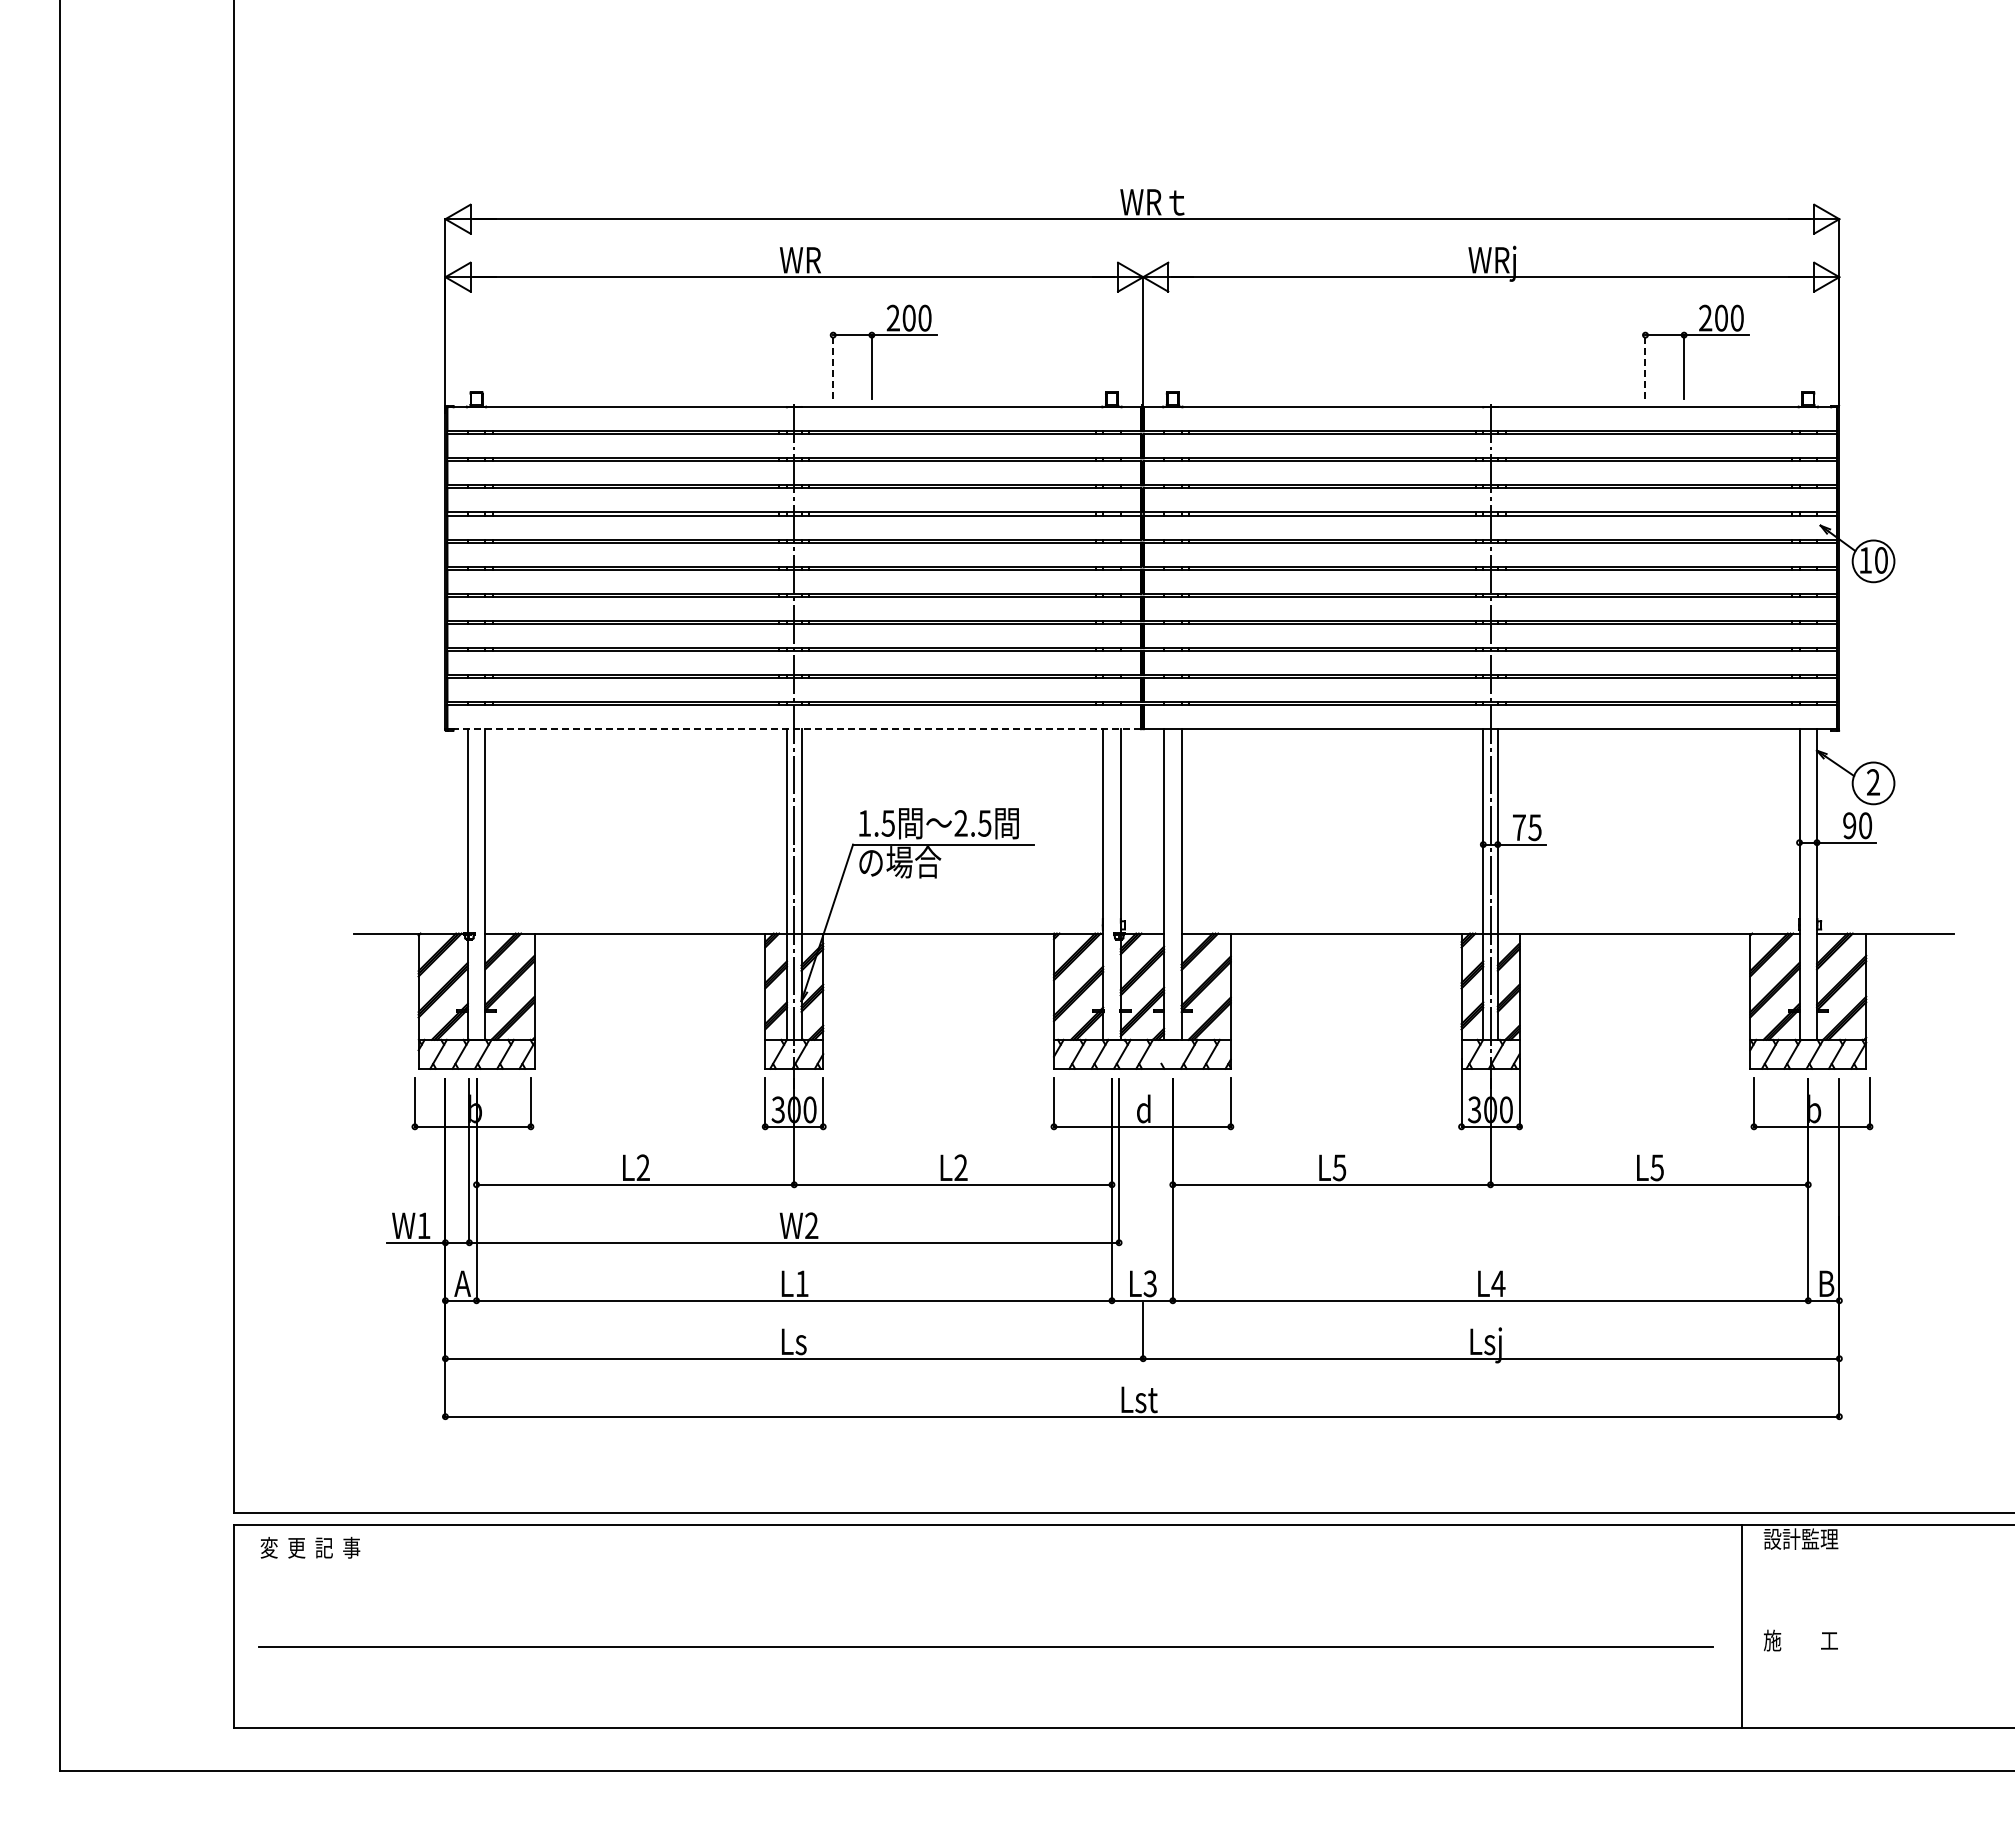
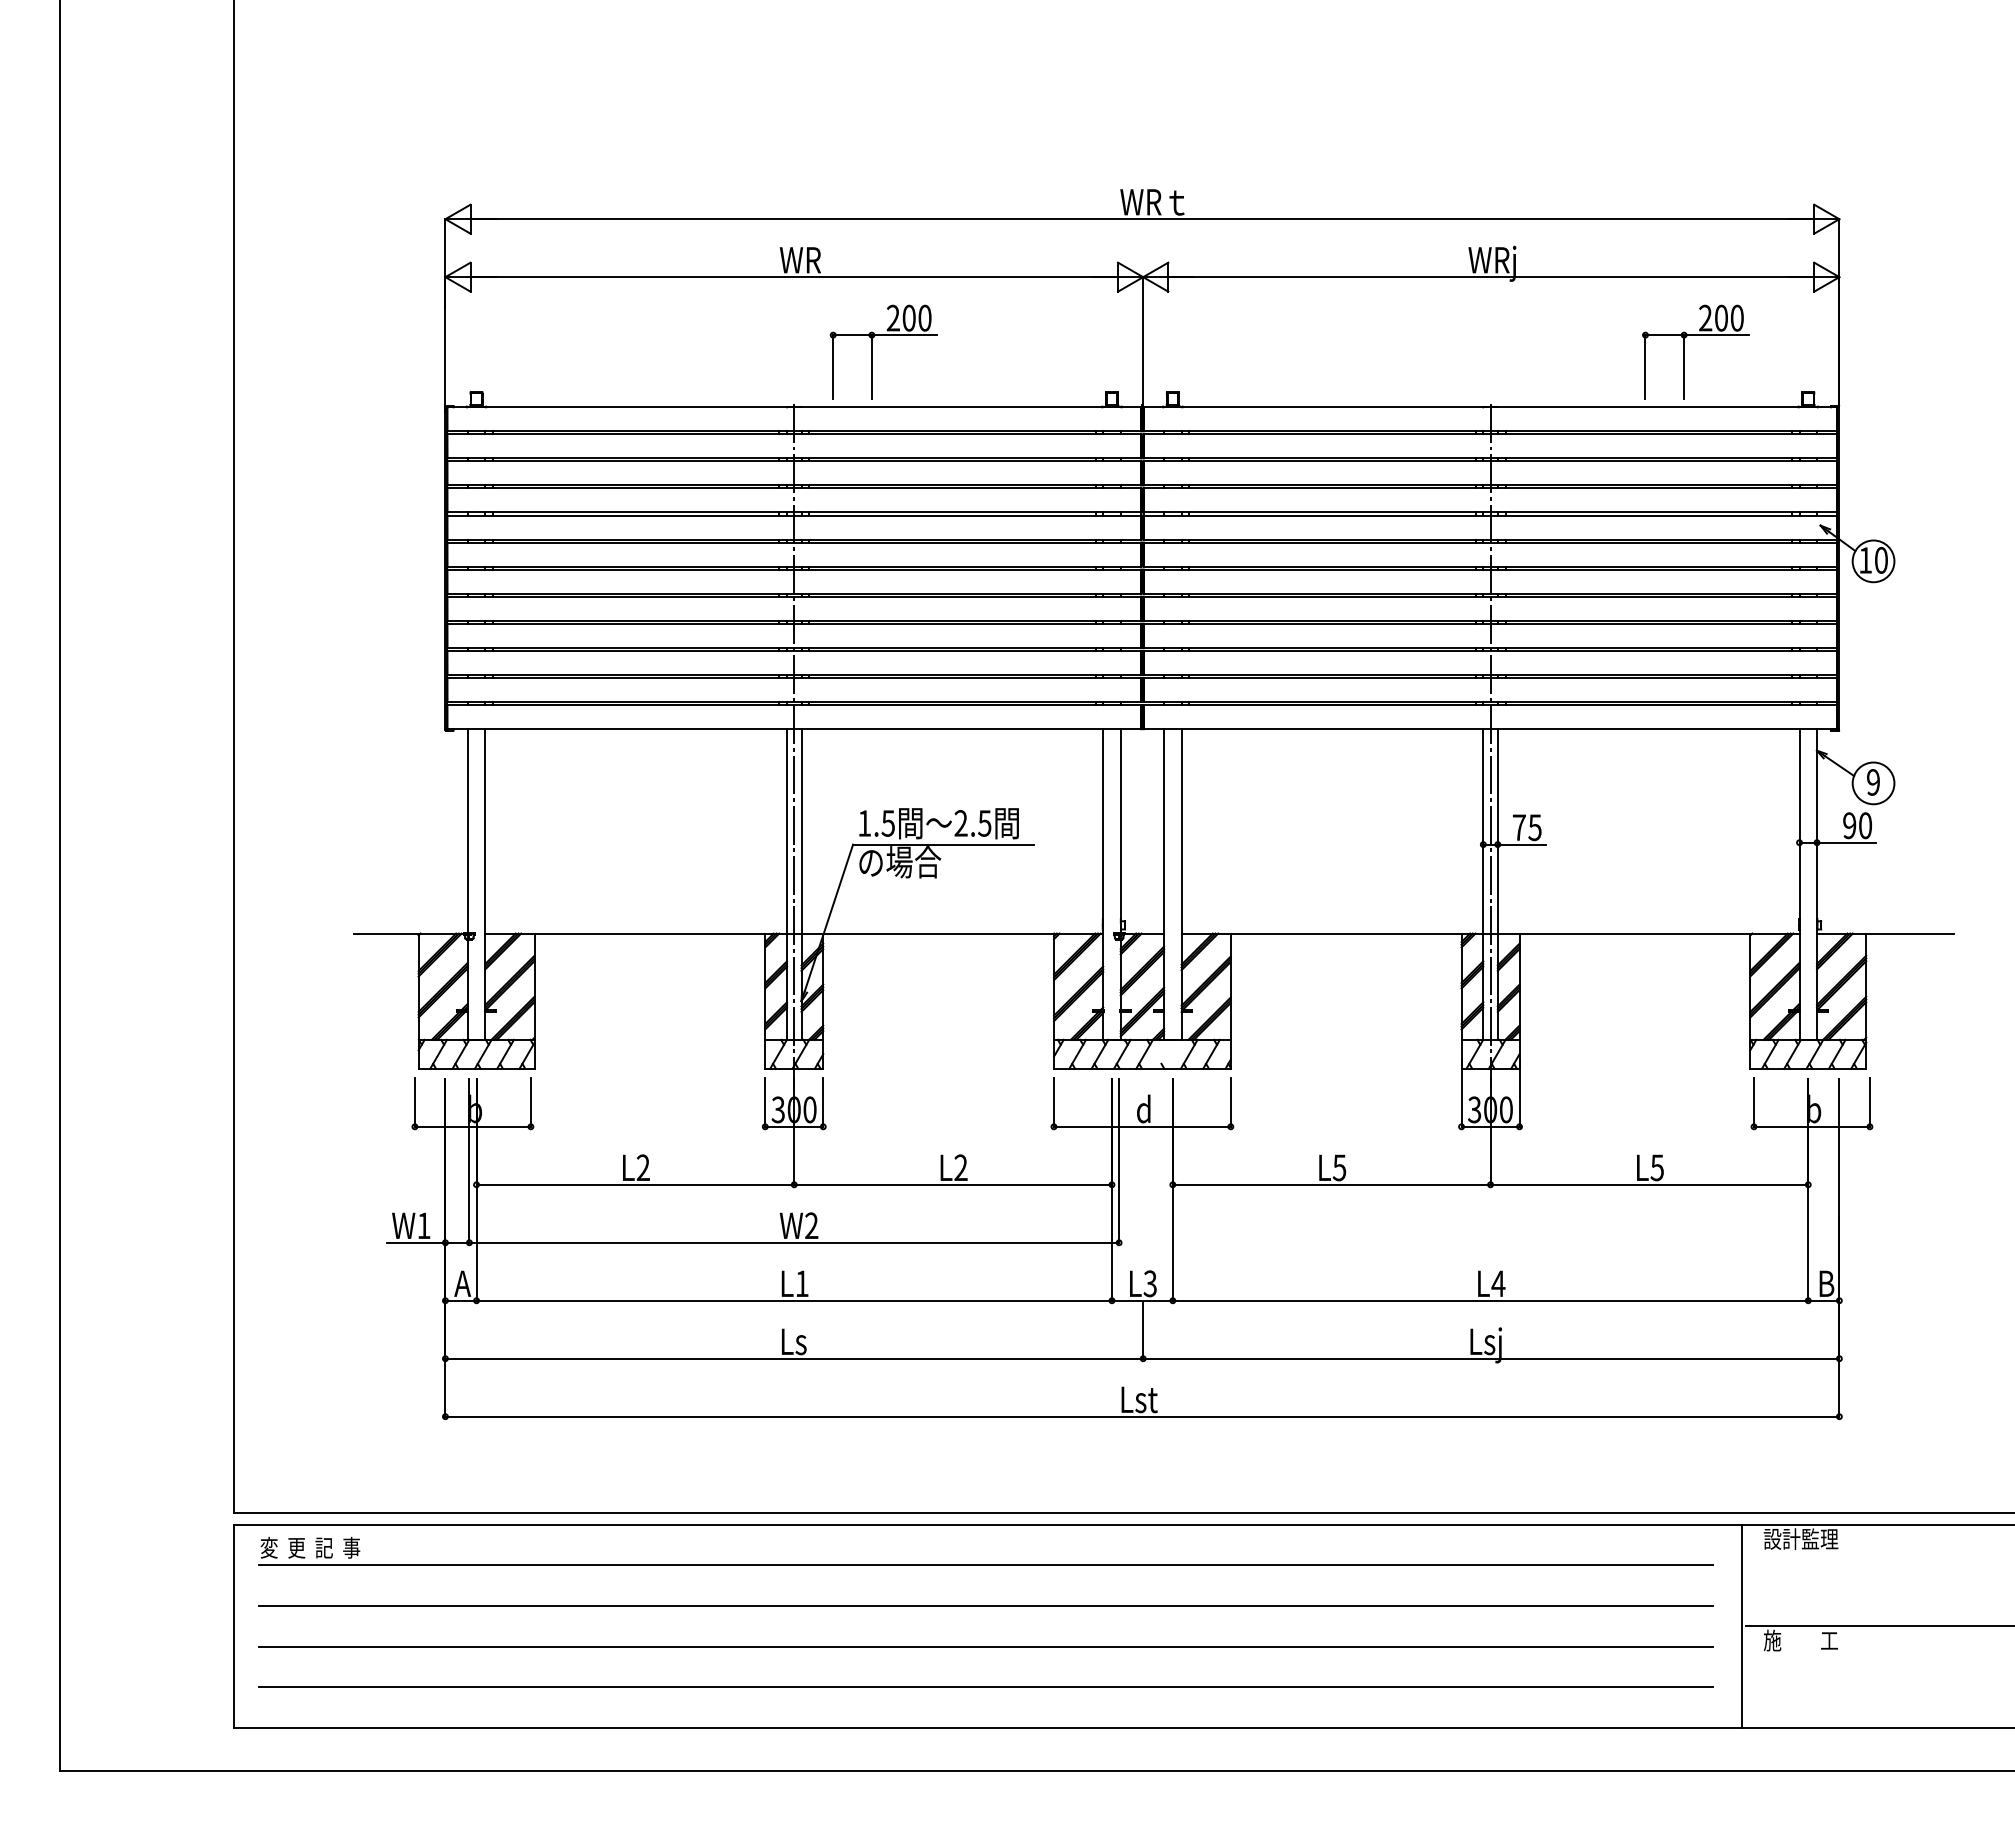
line at (833, 366): dashed -> solid
line at (1645, 366): dashed -> solid
line at (794, 729): dashed -> solid
text at (1873, 782): 2 -> 9
line at (985, 1565): none -> present
line at (985, 1606): none -> present
line at (1878, 1626): none -> present
line at (985, 1687): none -> present
